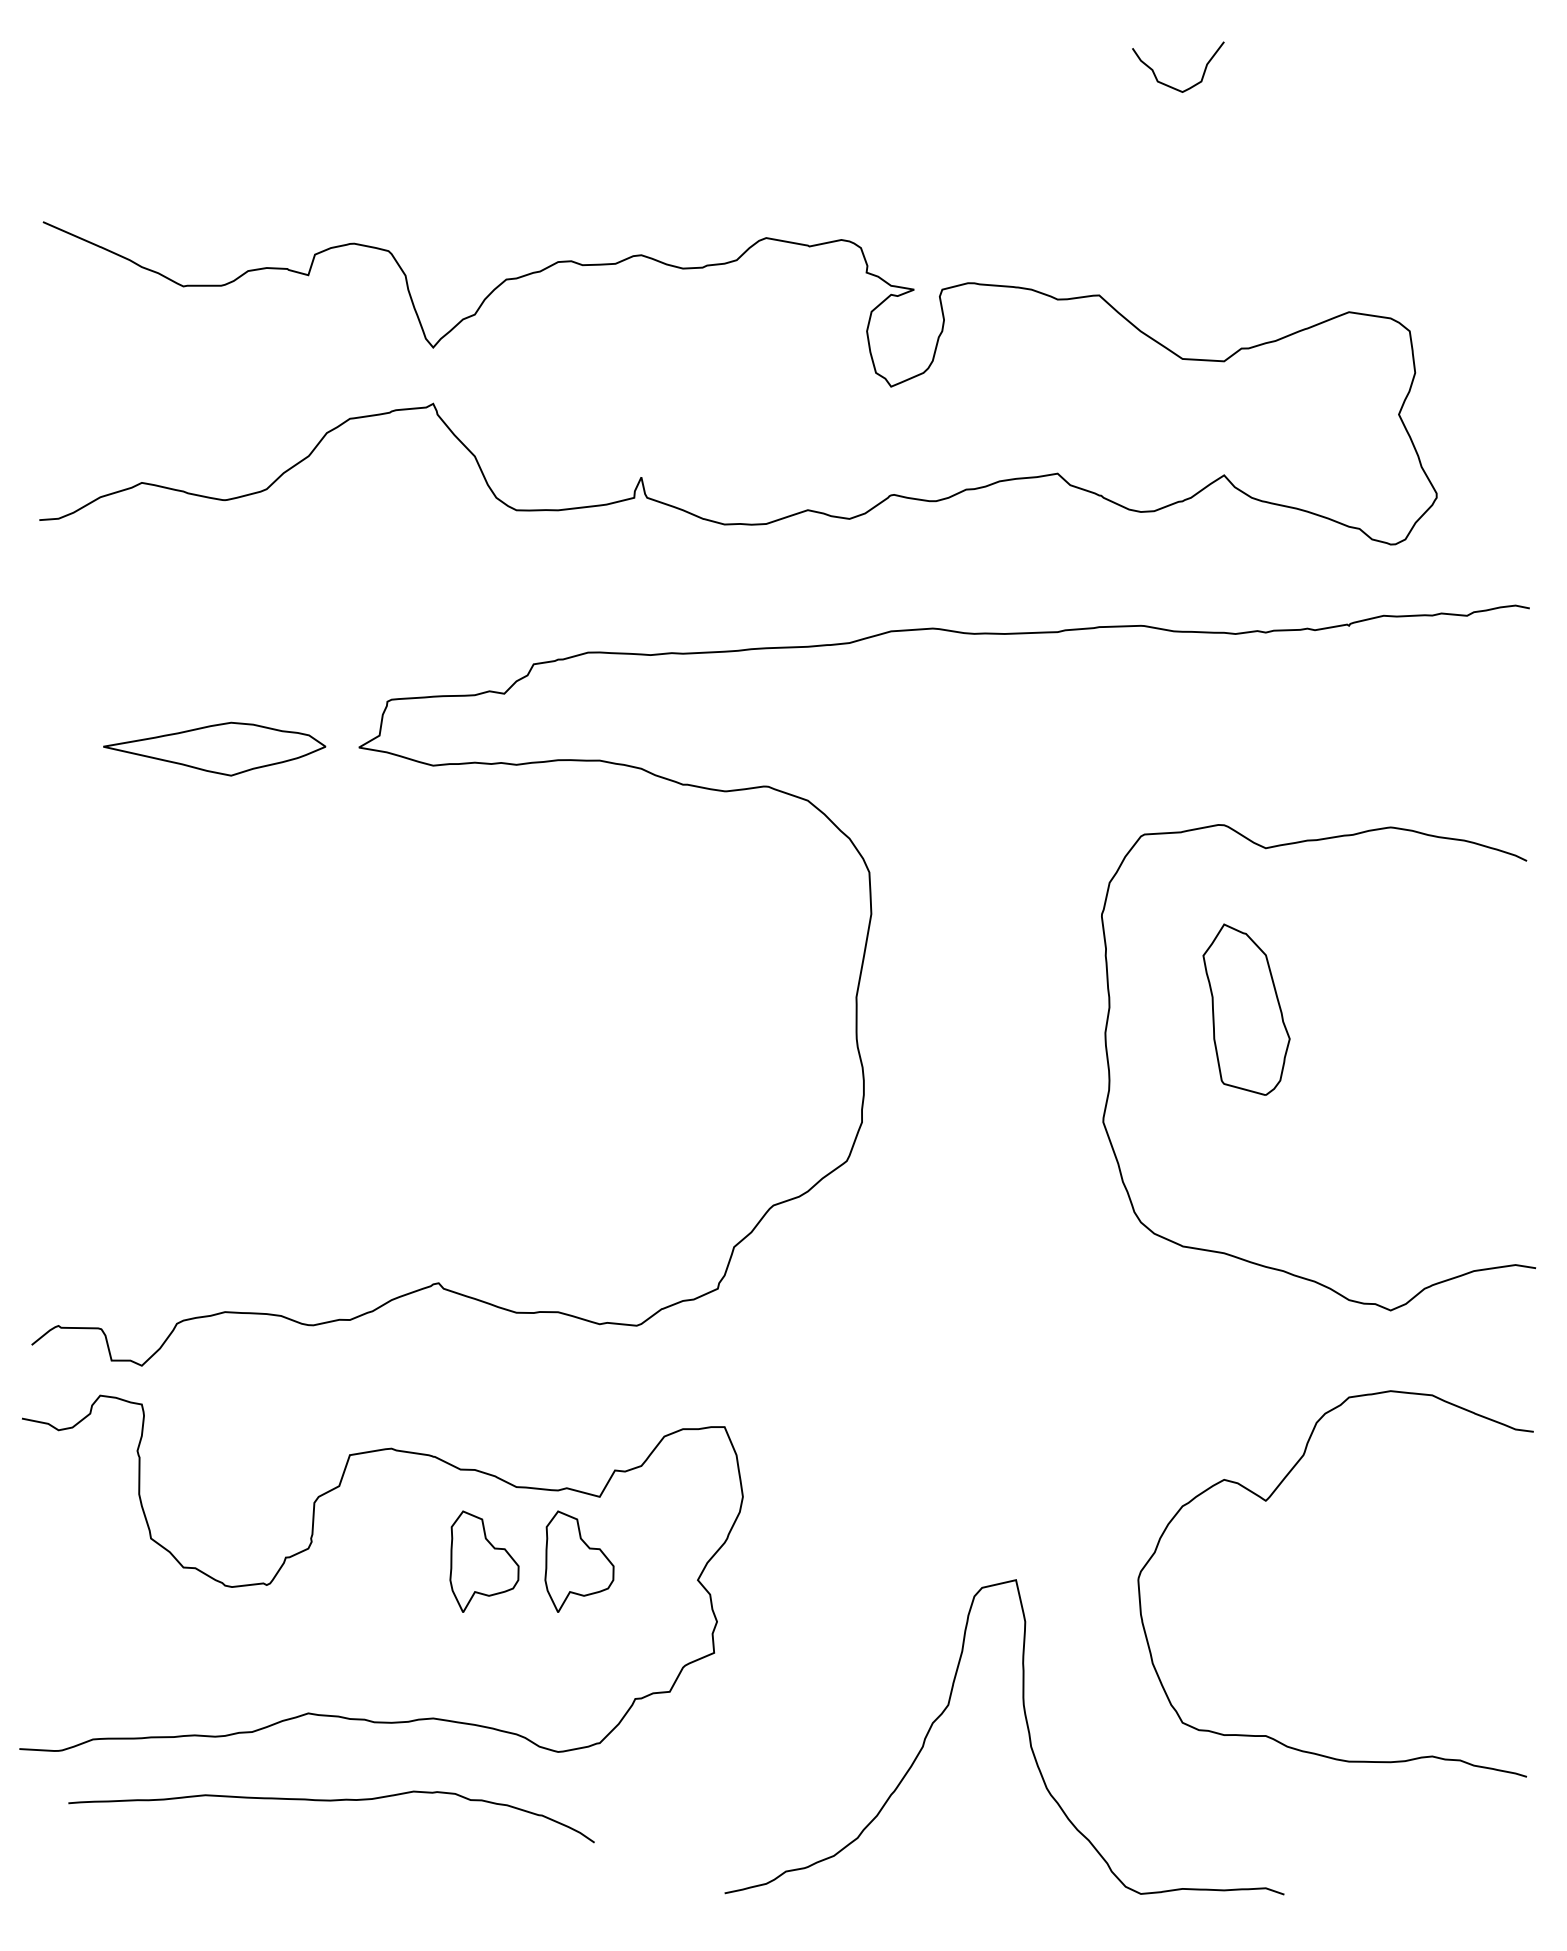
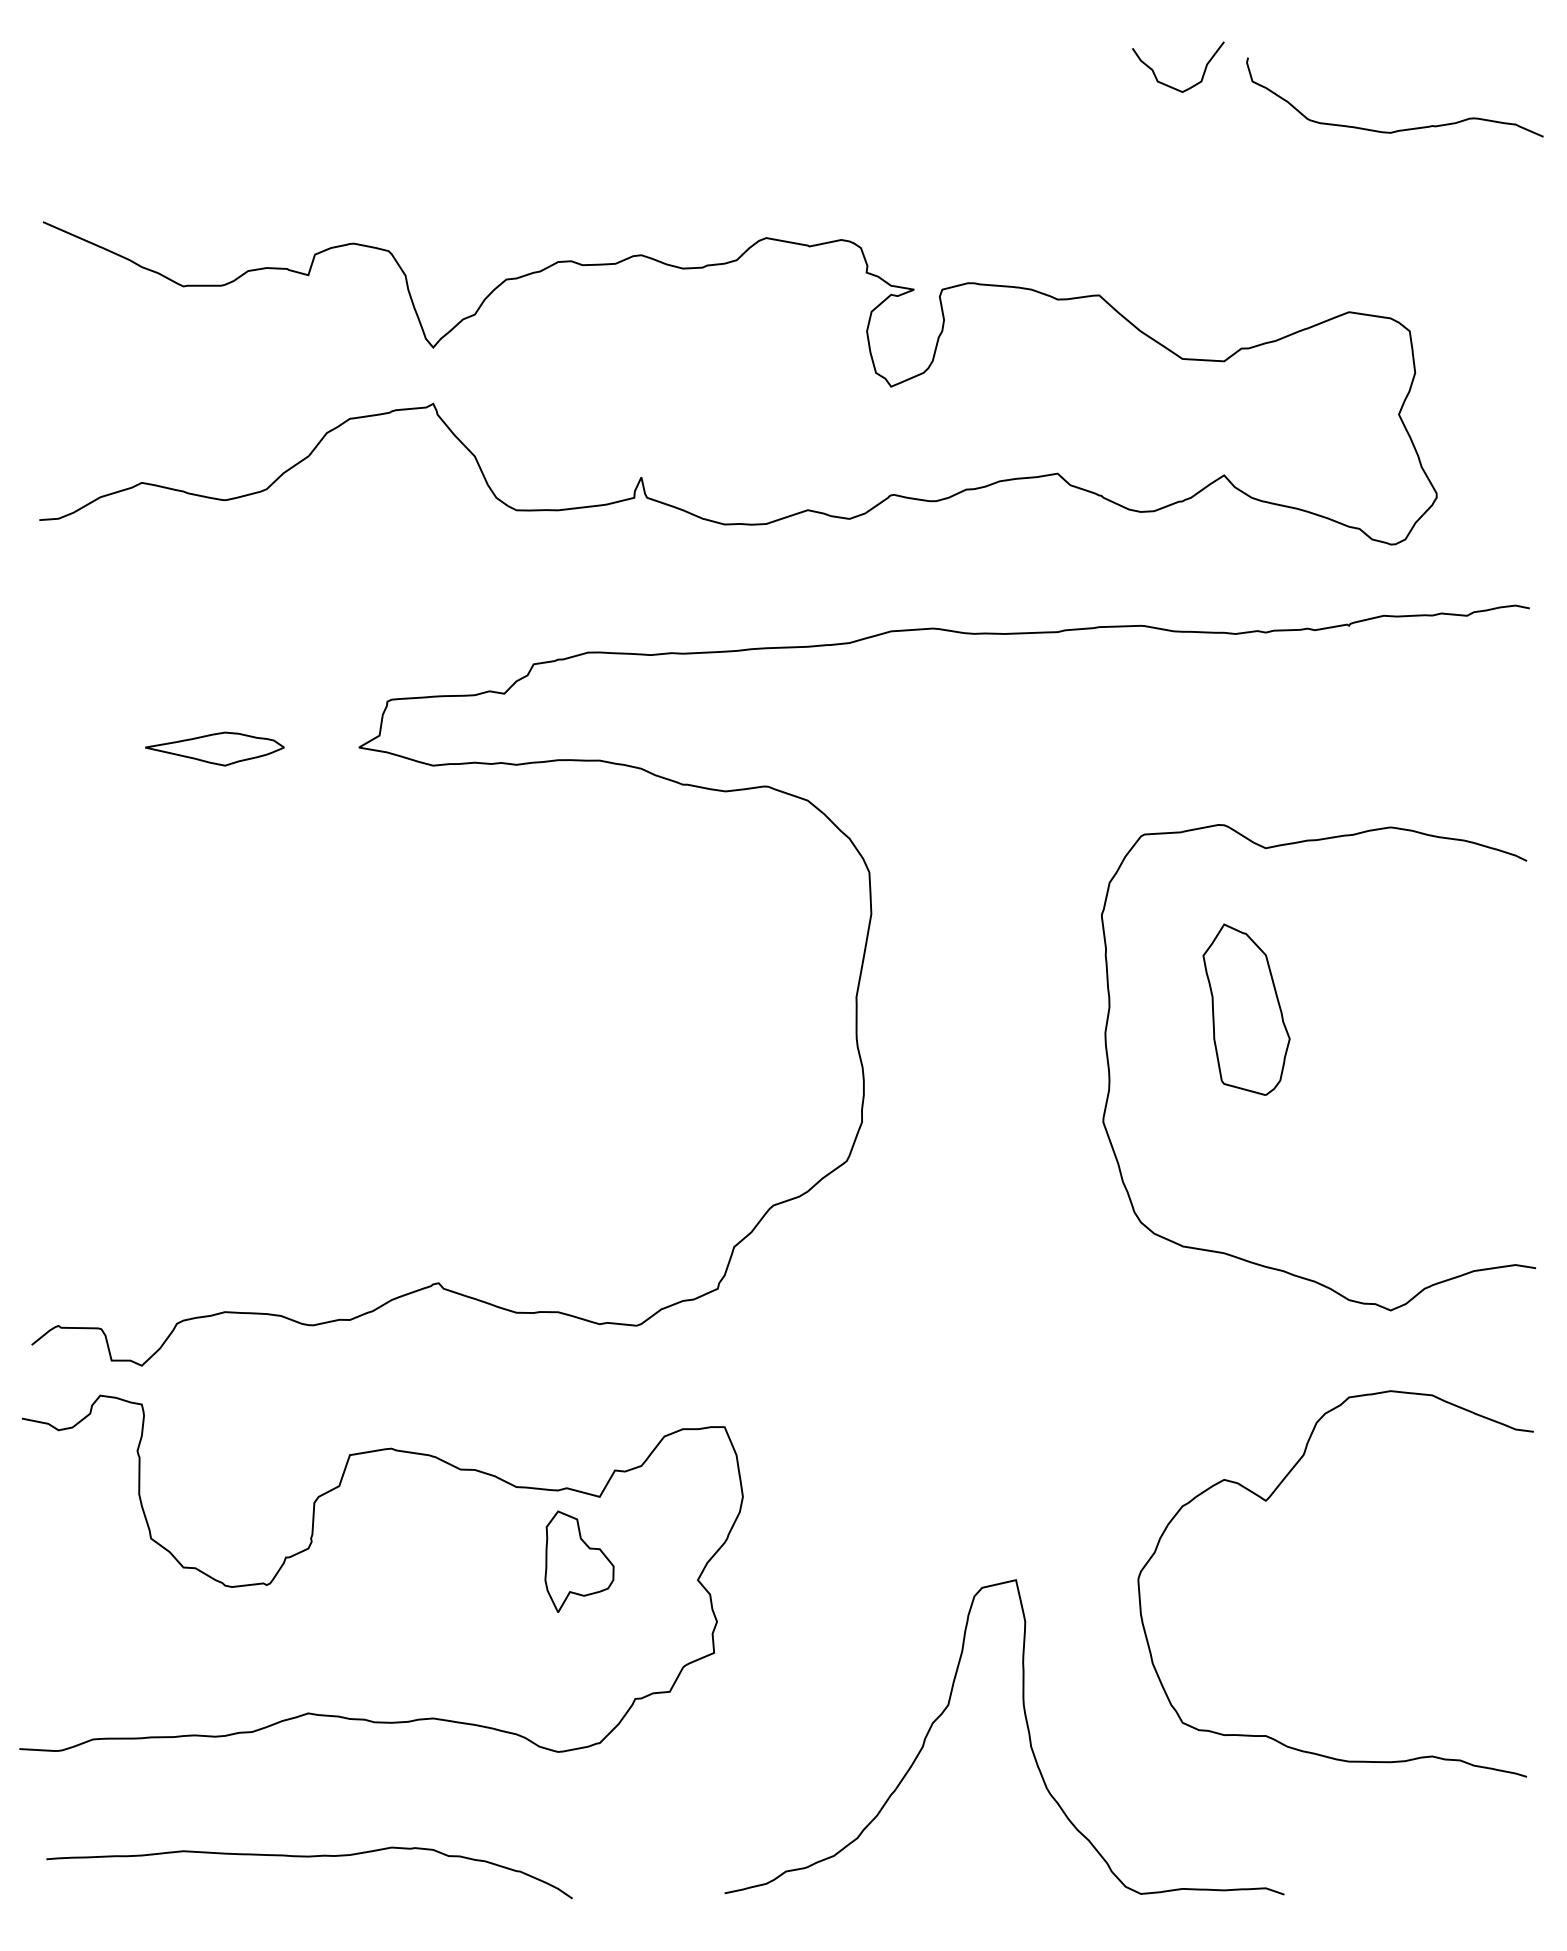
curve at (1399, 129): none -> present
part at (214, 748) size: 224x56 px -> 140x36 px
part at (484, 1561): present -> none
curve at (331, 1801) position: (331, 1801) -> (309, 1857)
